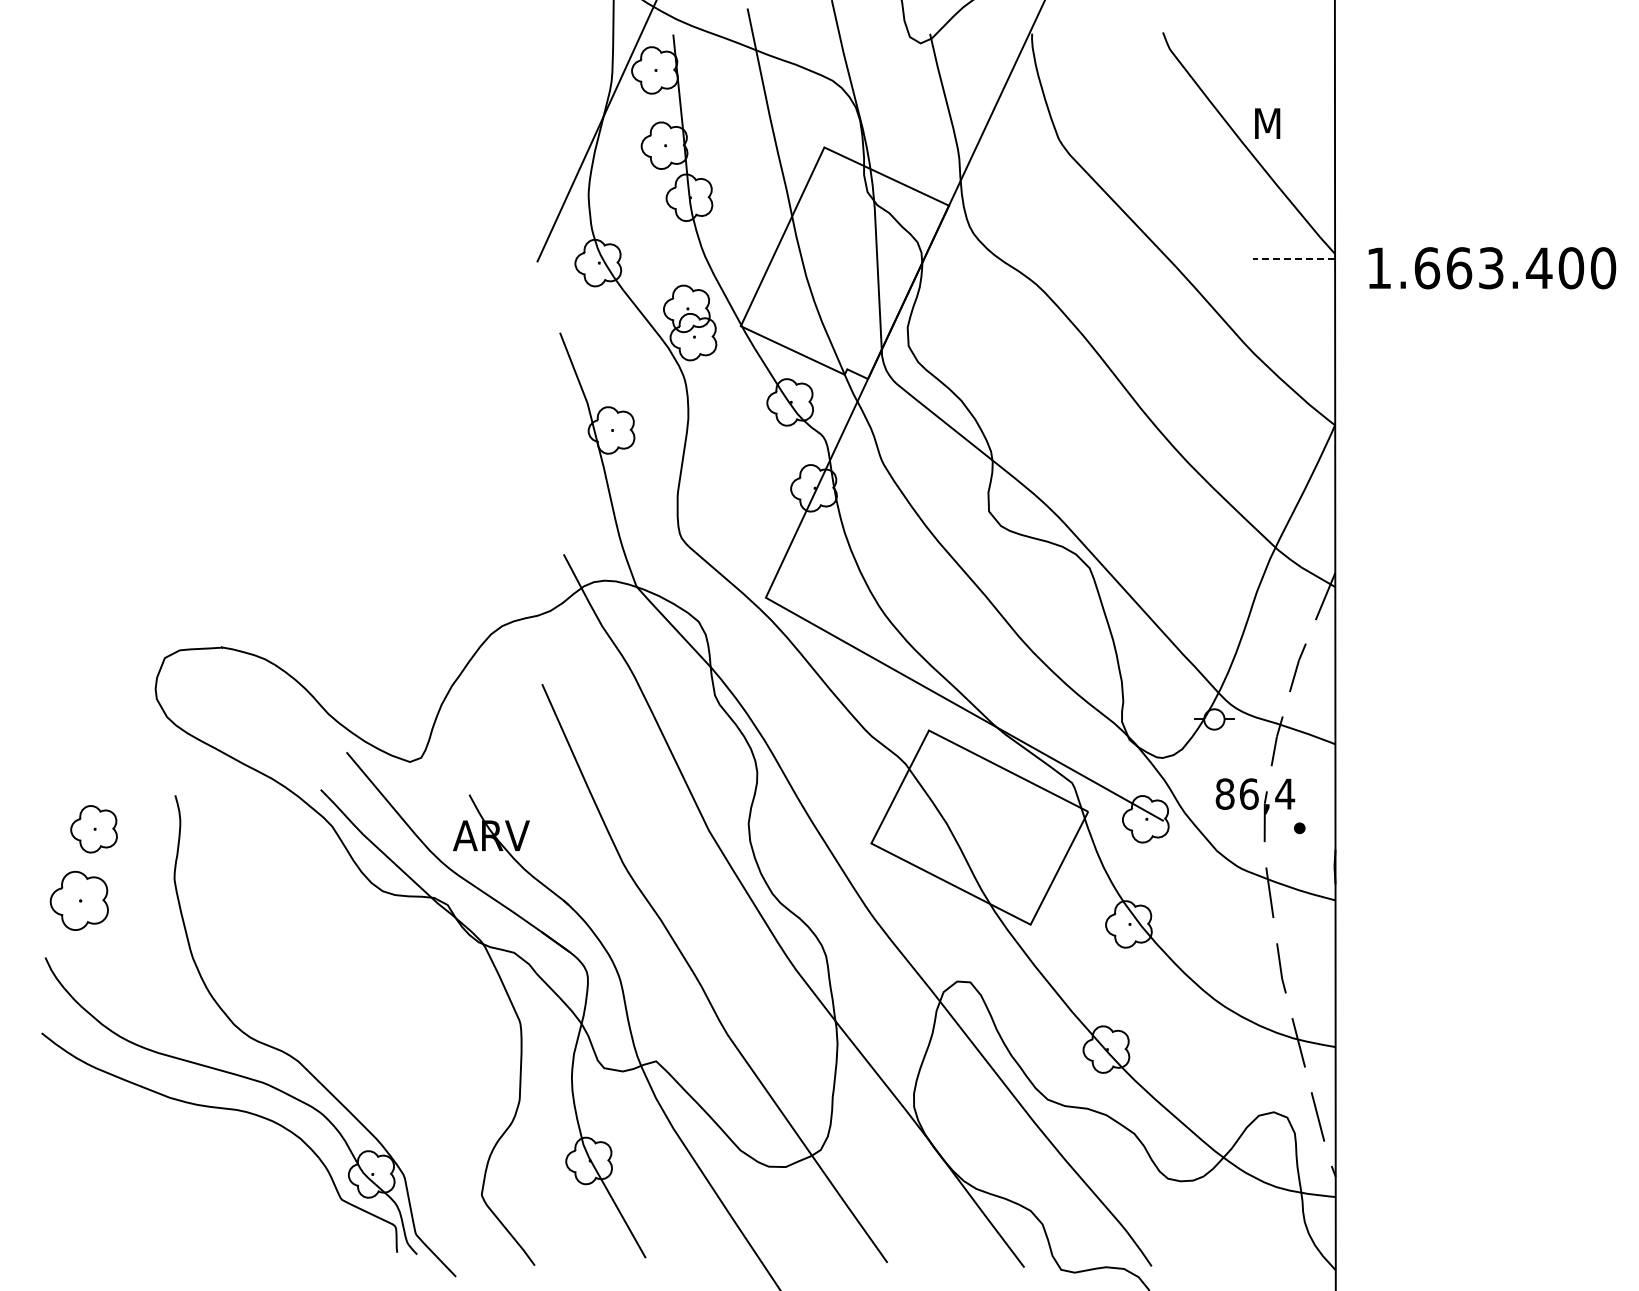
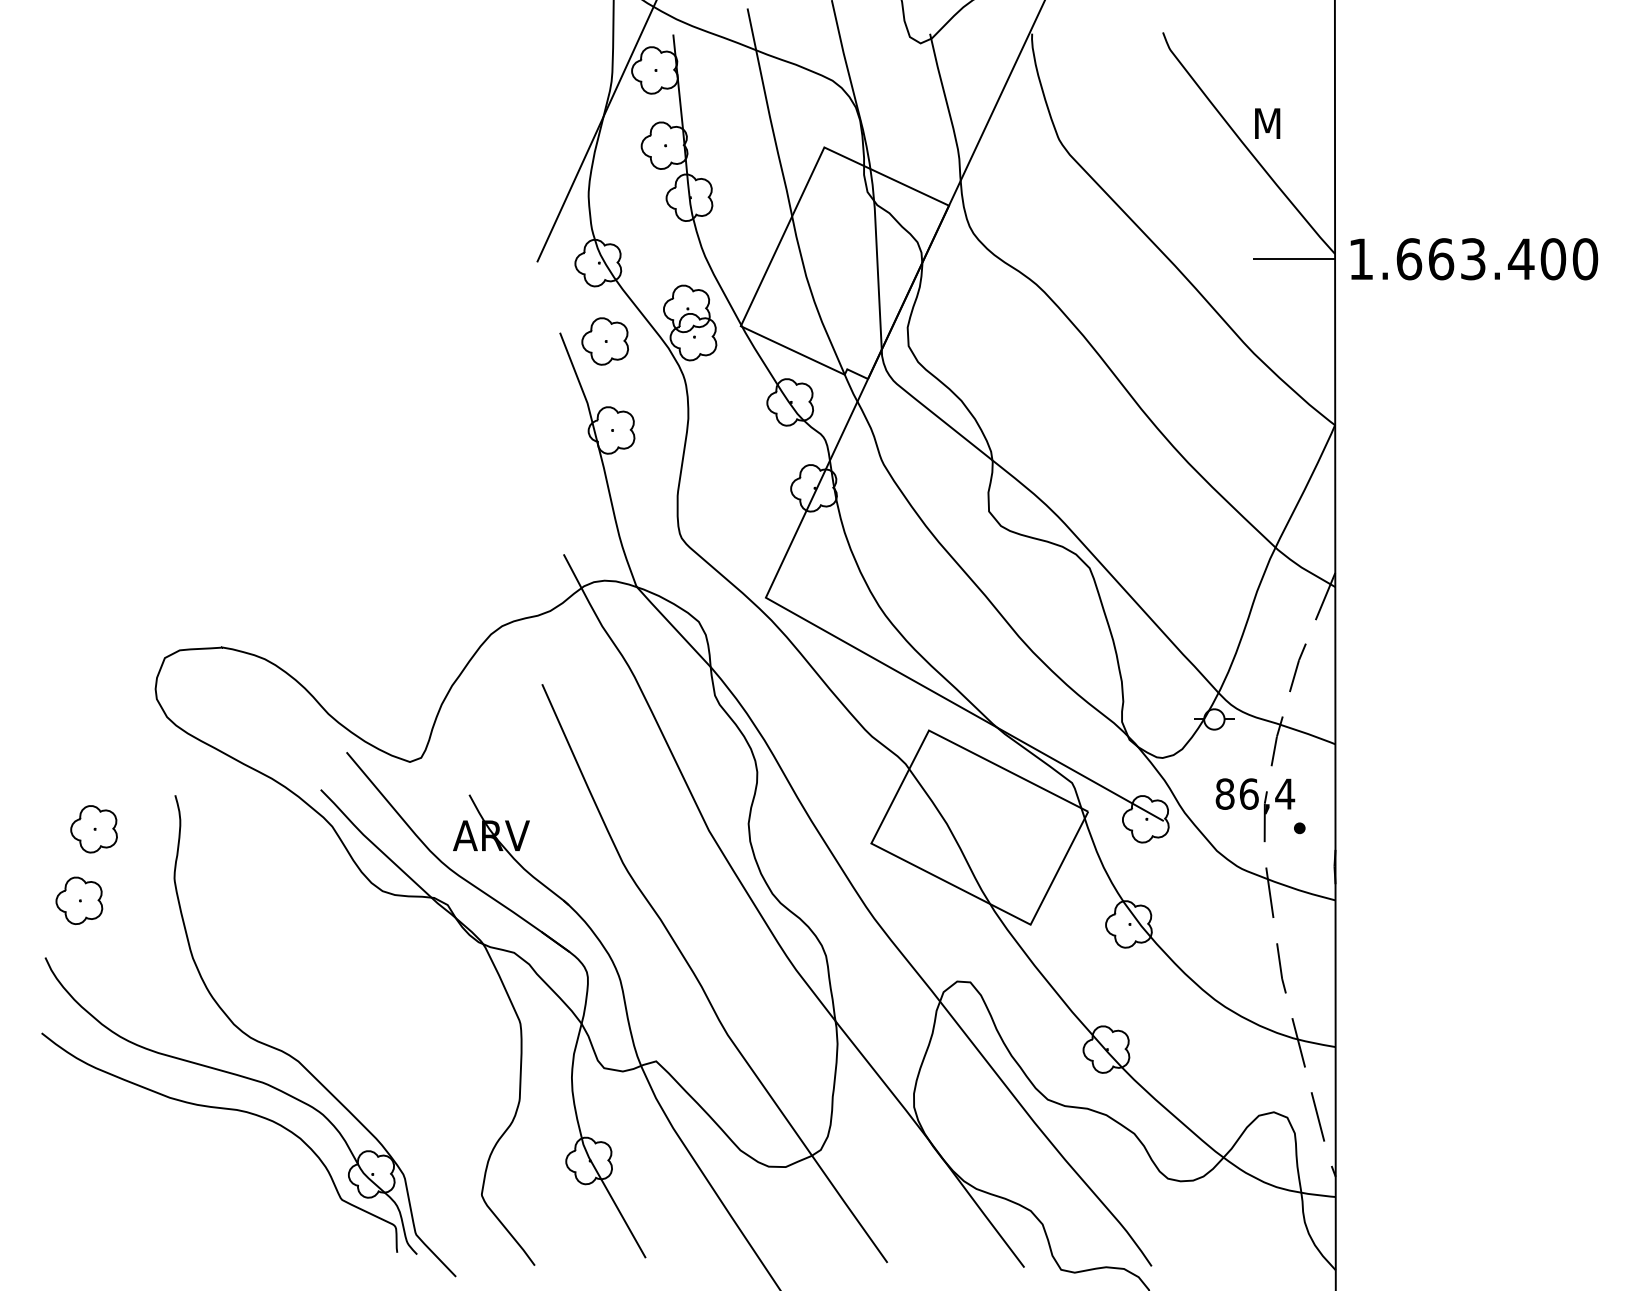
line at (1294, 259): dashed -> solid
text at (1492, 268) position: (1492, 268) -> (1474, 259)
part at (604, 341): none -> present
part at (78, 900) size: 60x61 px -> 49x49 px
